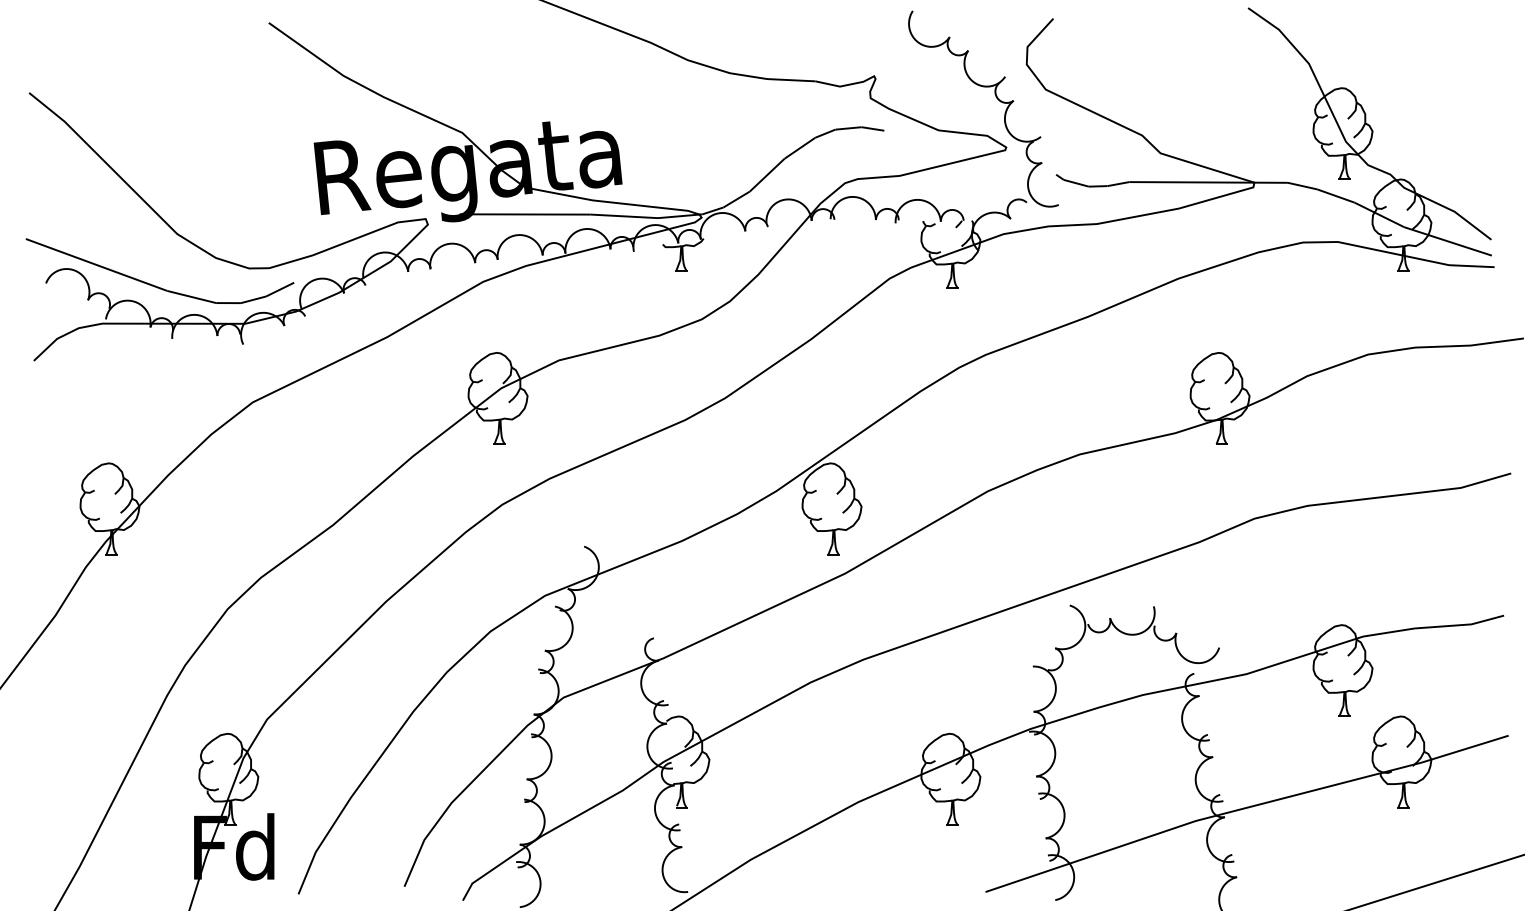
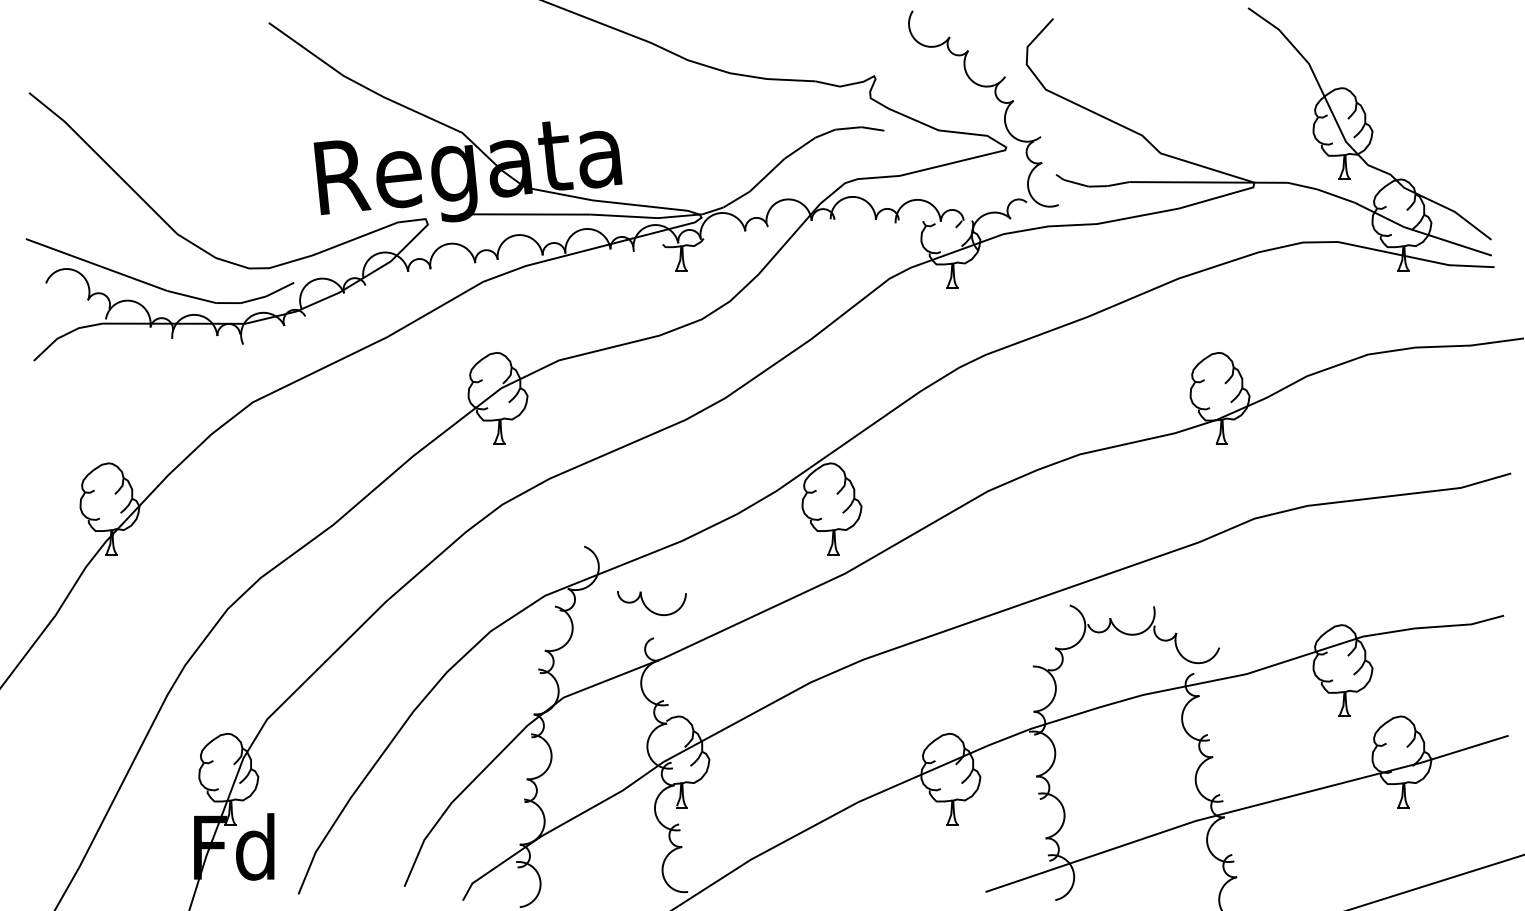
part at (651, 603): none -> present
